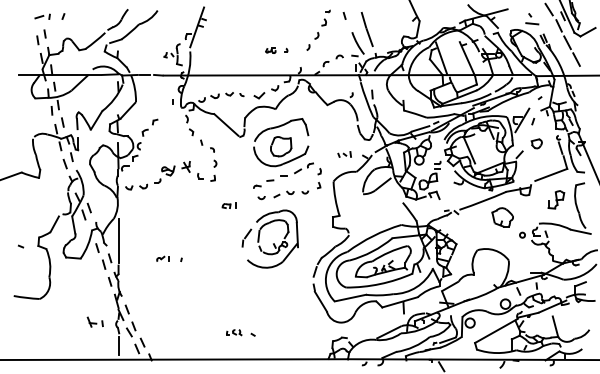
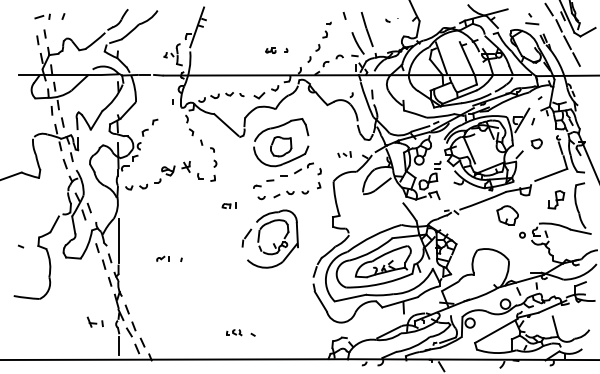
part at (391, 20): none -> present
part at (318, 29) position: (318, 29) -> (319, 41)
part at (502, 217) position: (502, 217) -> (507, 215)
